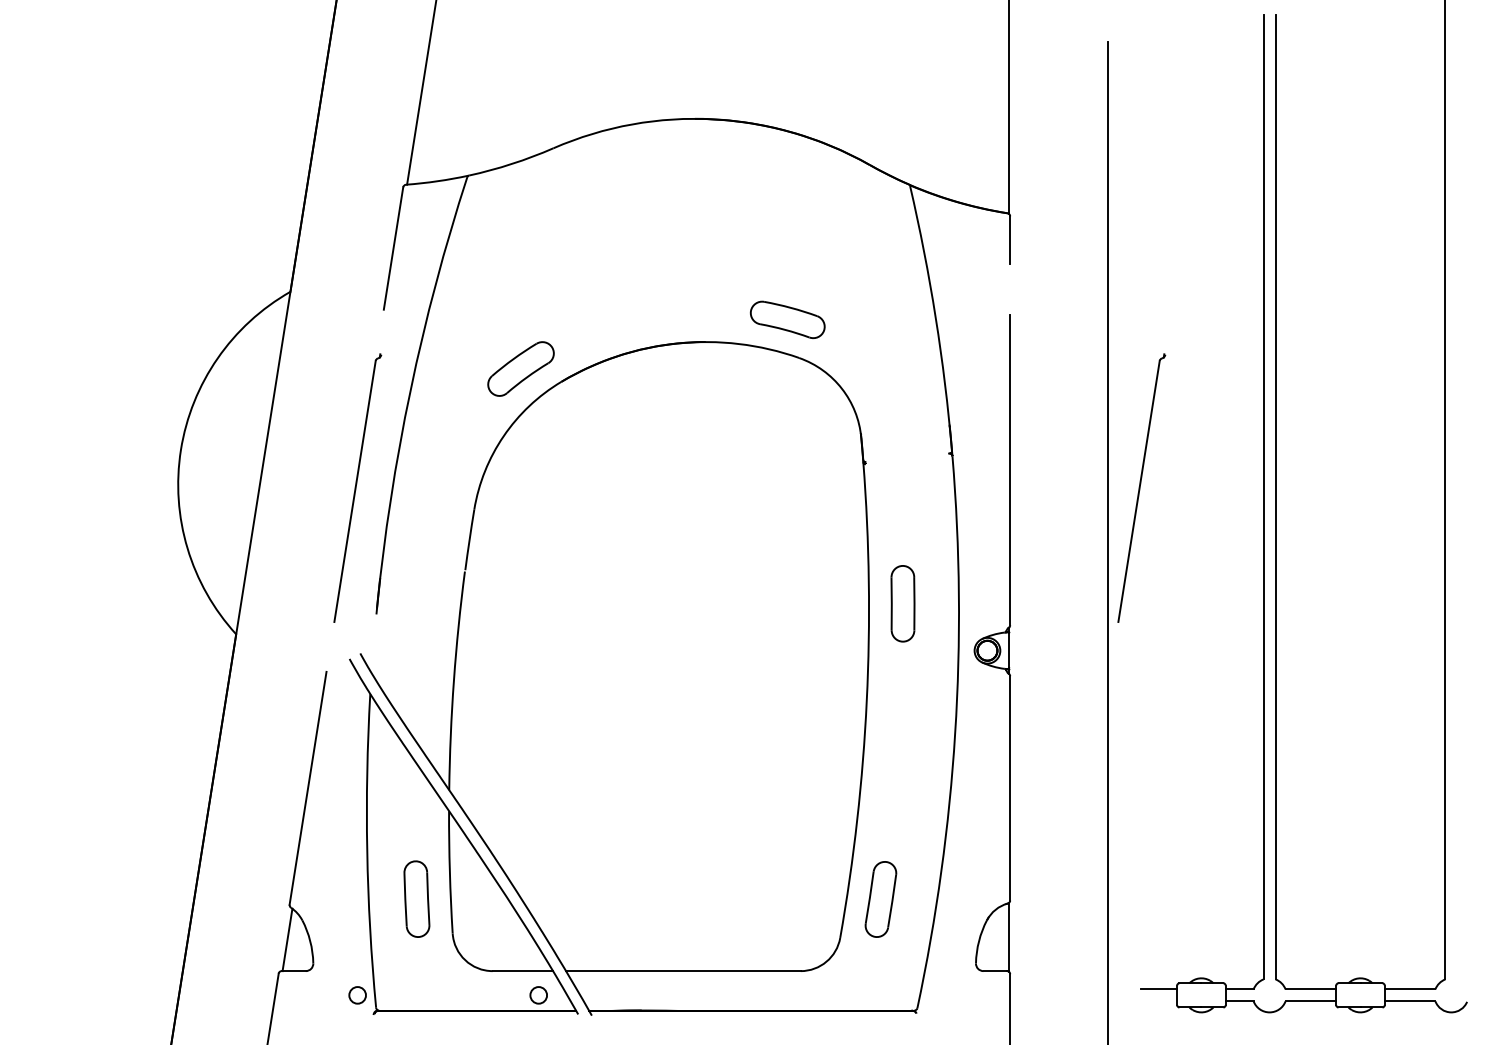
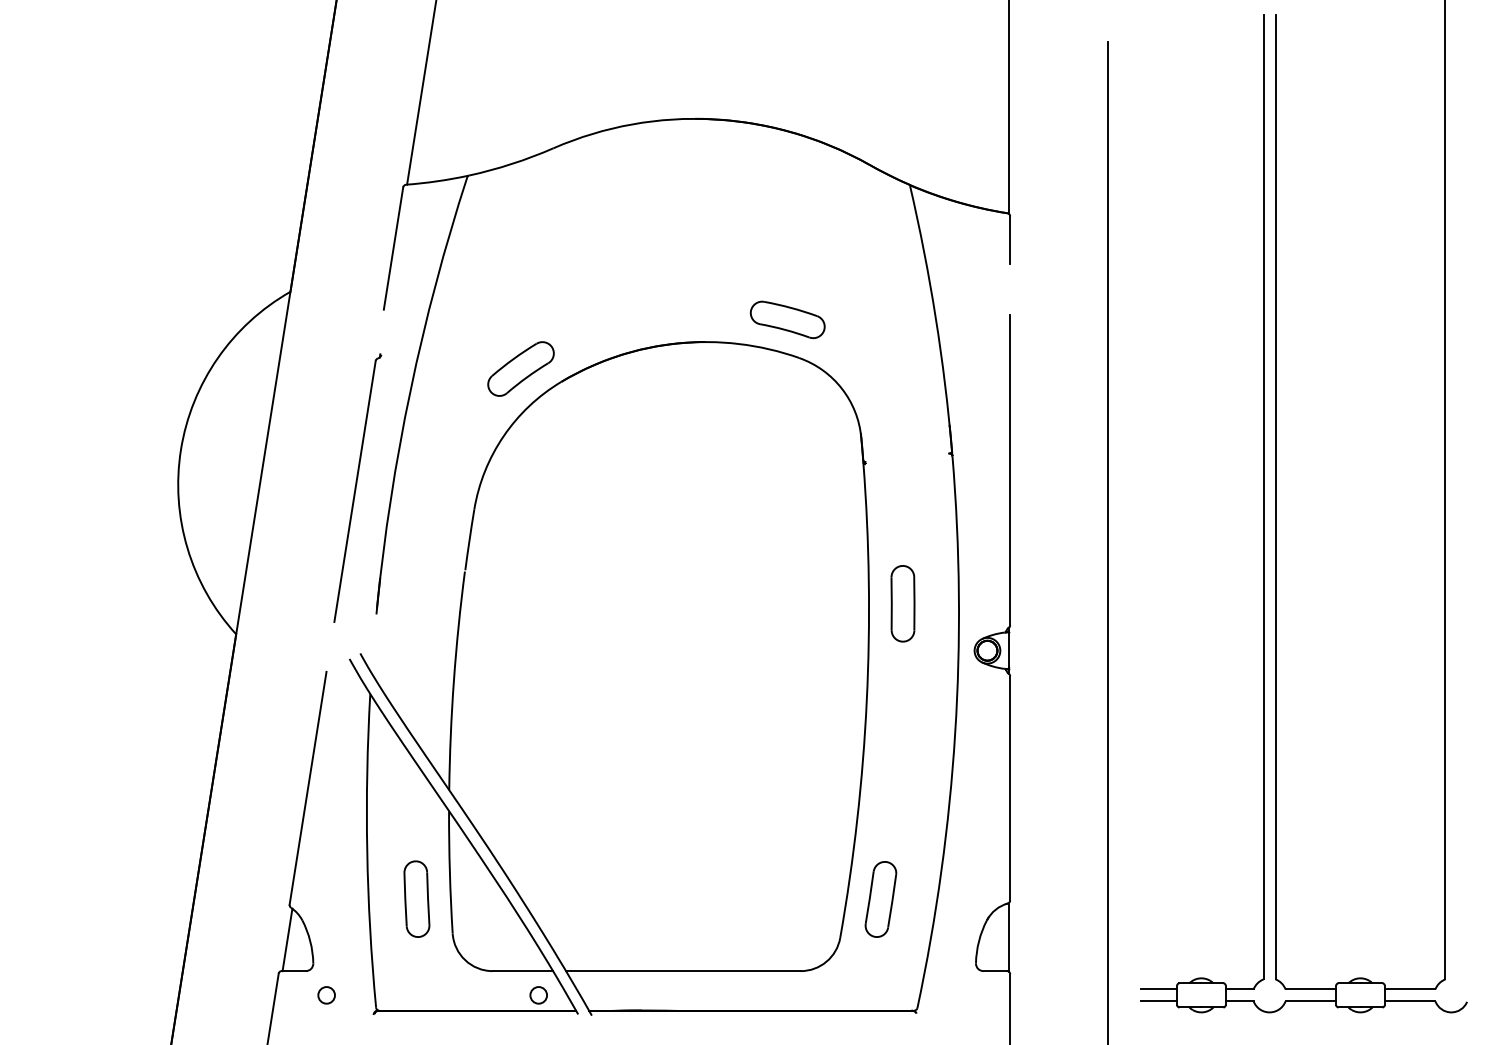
part at (1141, 487): present -> none
circle at (357, 995) position: (357, 995) -> (326, 995)
line at (1159, 1001): none -> present
